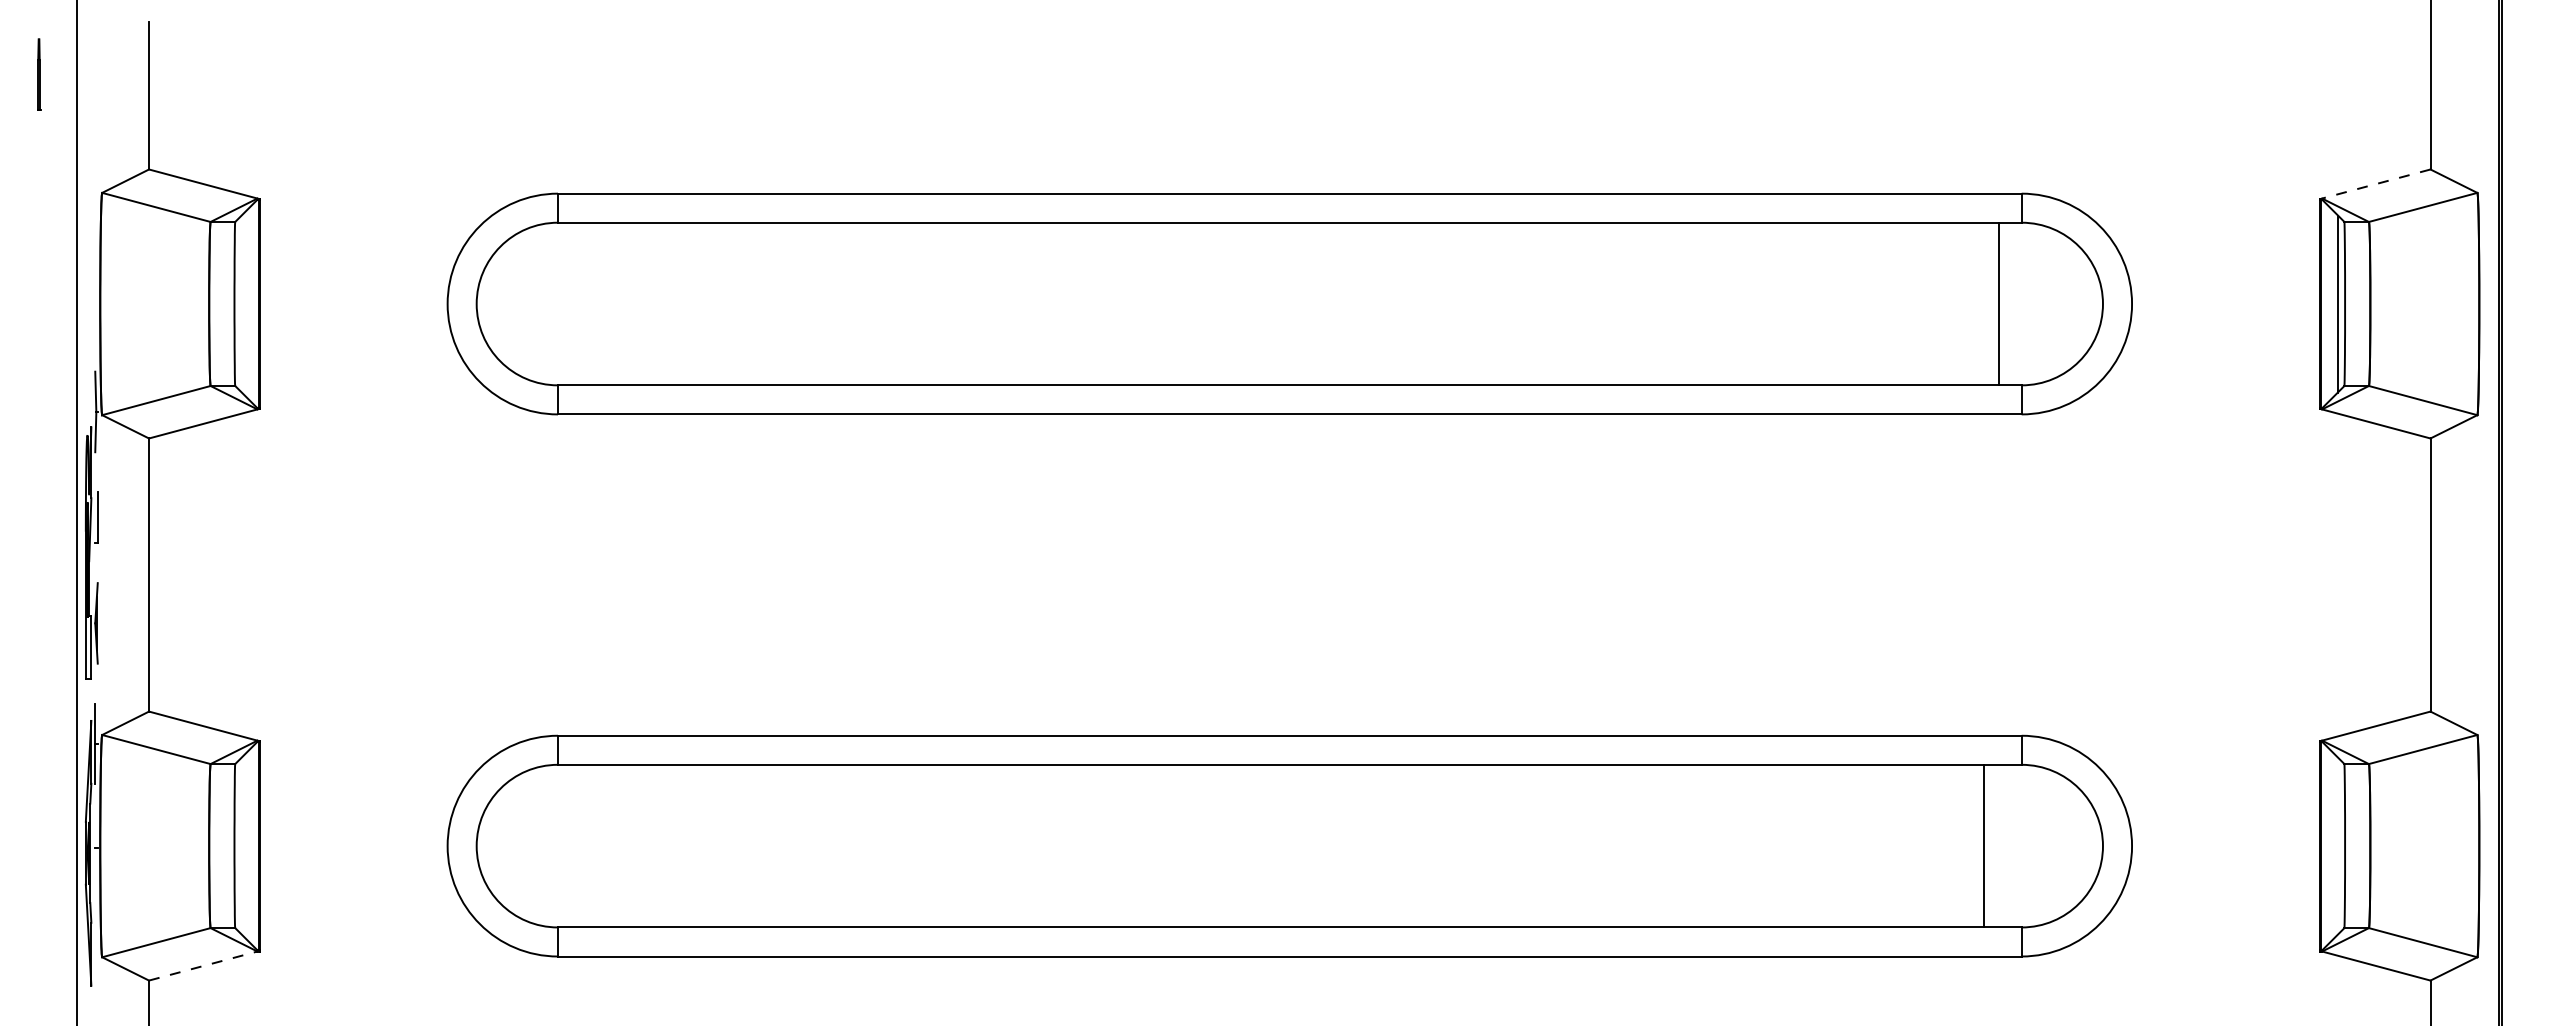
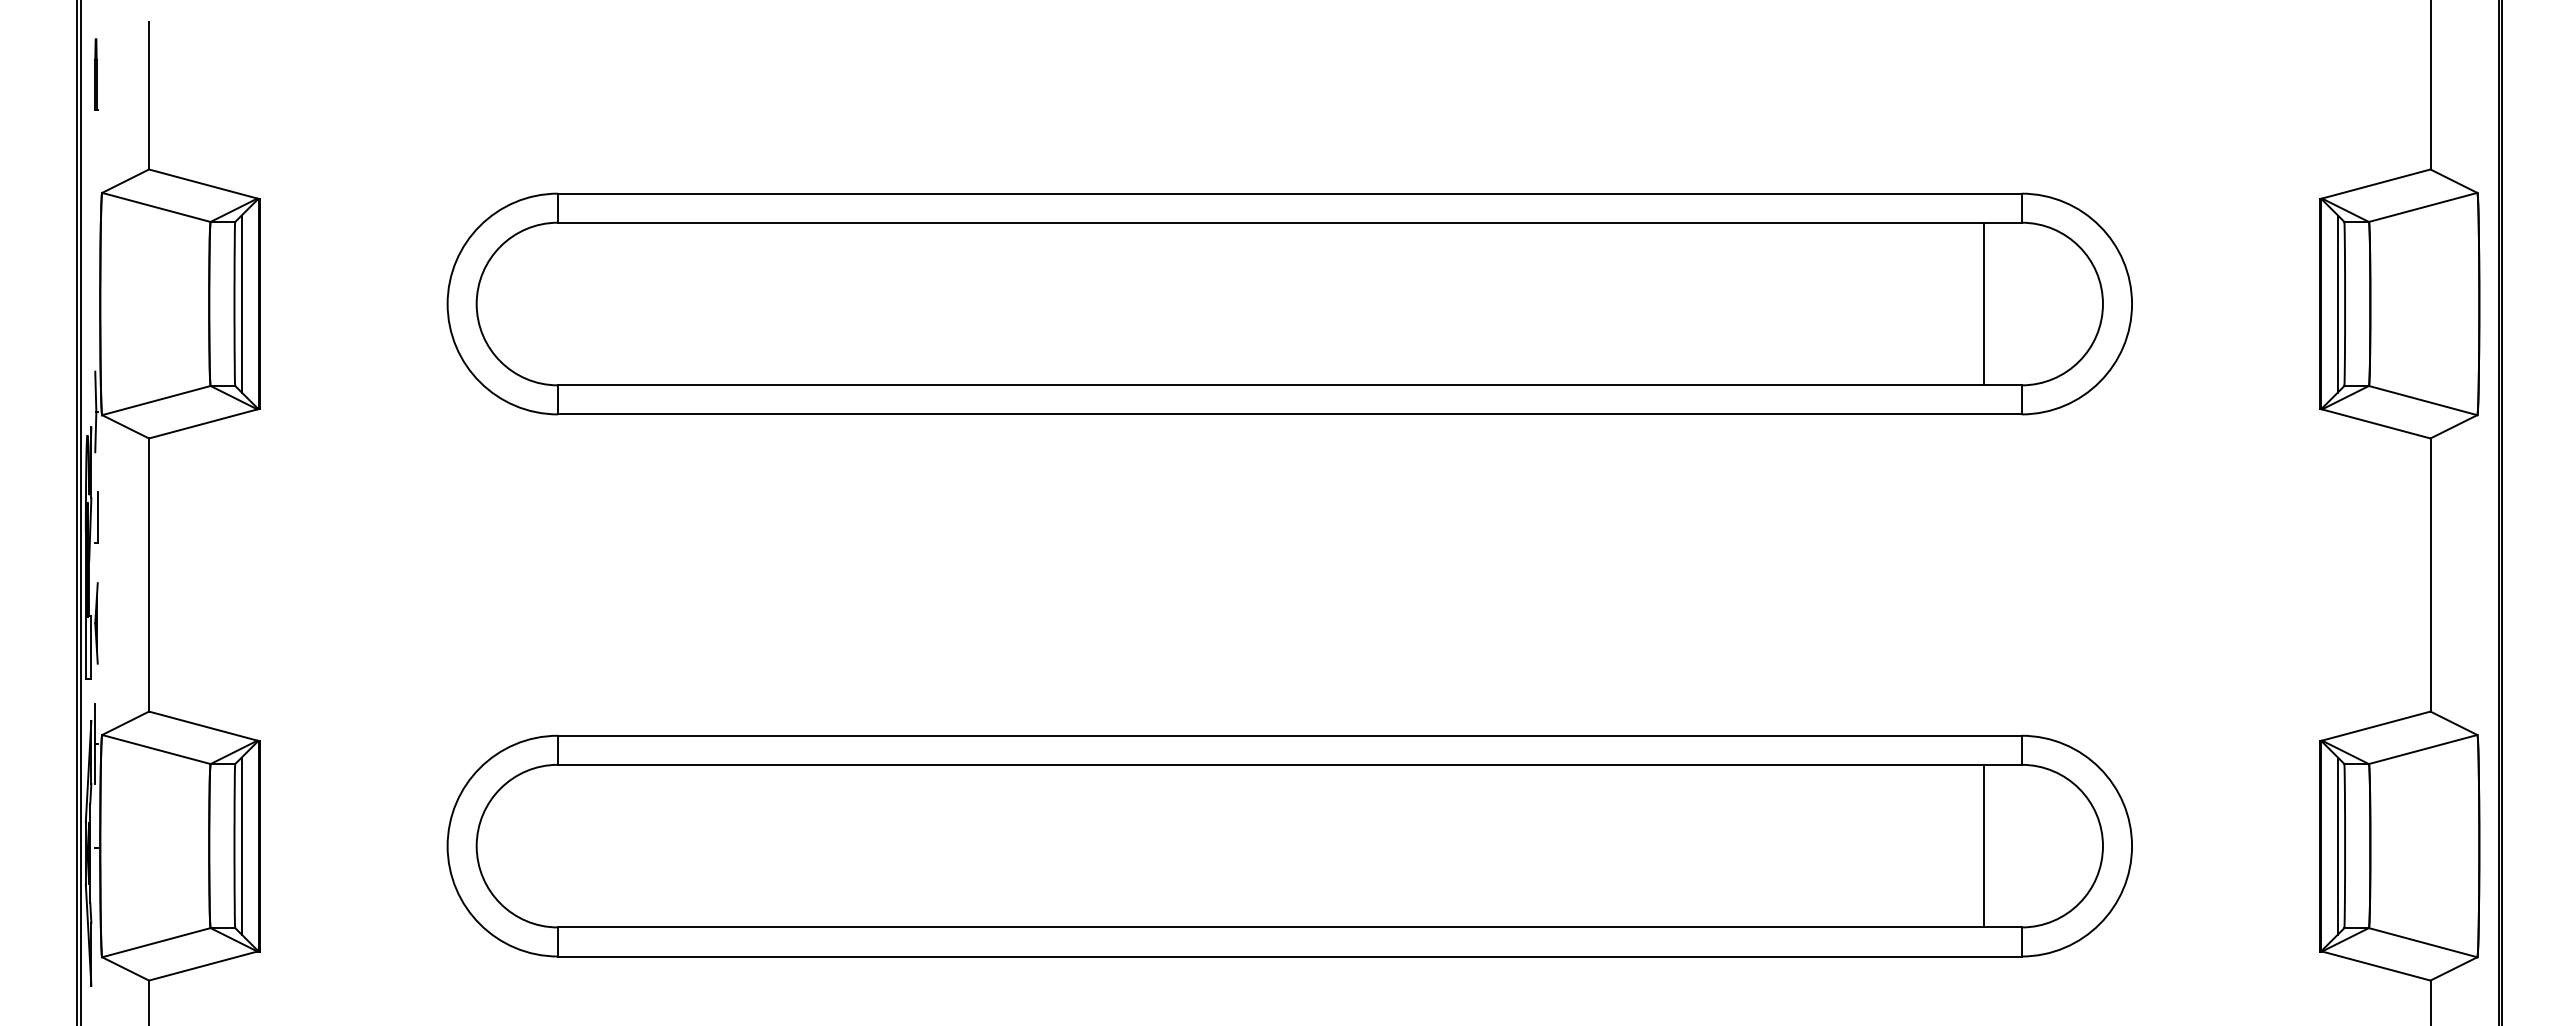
line at (39, 74) position: (39, 74) -> (96, 74)
line at (2375, 184): dashed -> solid
line at (241, 303): none -> present
line at (1998, 303) position: (1998, 303) -> (1983, 303)
line at (80, 512): none -> present
line at (241, 845): none -> present
line at (2337, 845): none -> present
line at (203, 965): dashed -> solid
